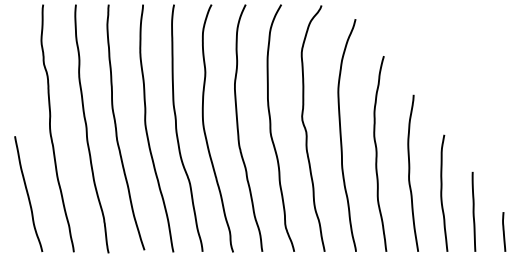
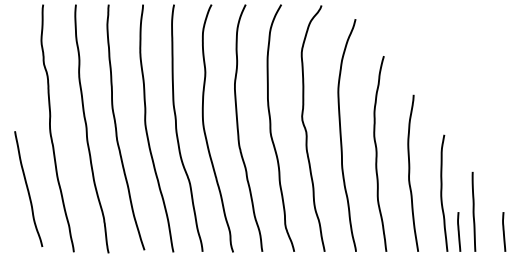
curve at (28, 194) position: (28, 194) -> (28, 189)
line at (459, 231): none -> present
